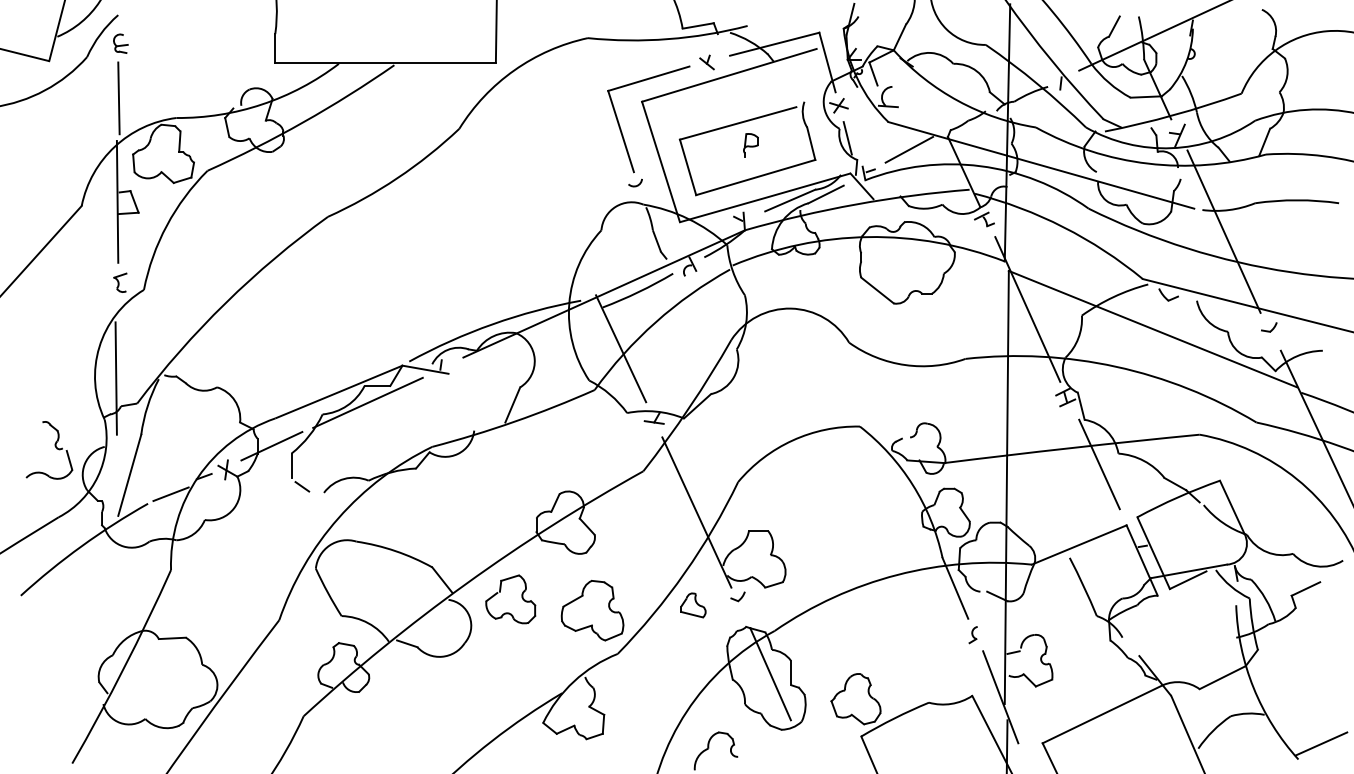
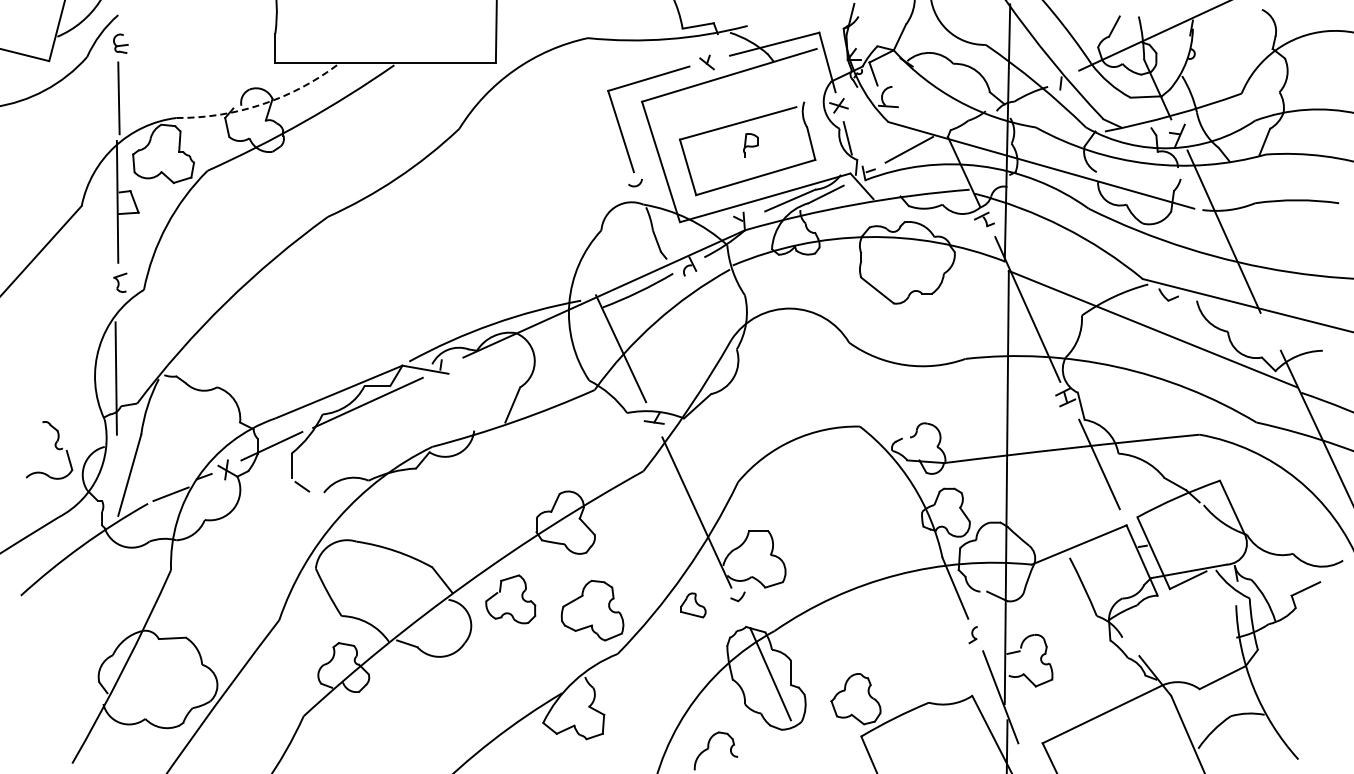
arc at (262, 104): solid -> dashed
part at (1269, 327): present -> none
line at (1321, 743): present -> none
